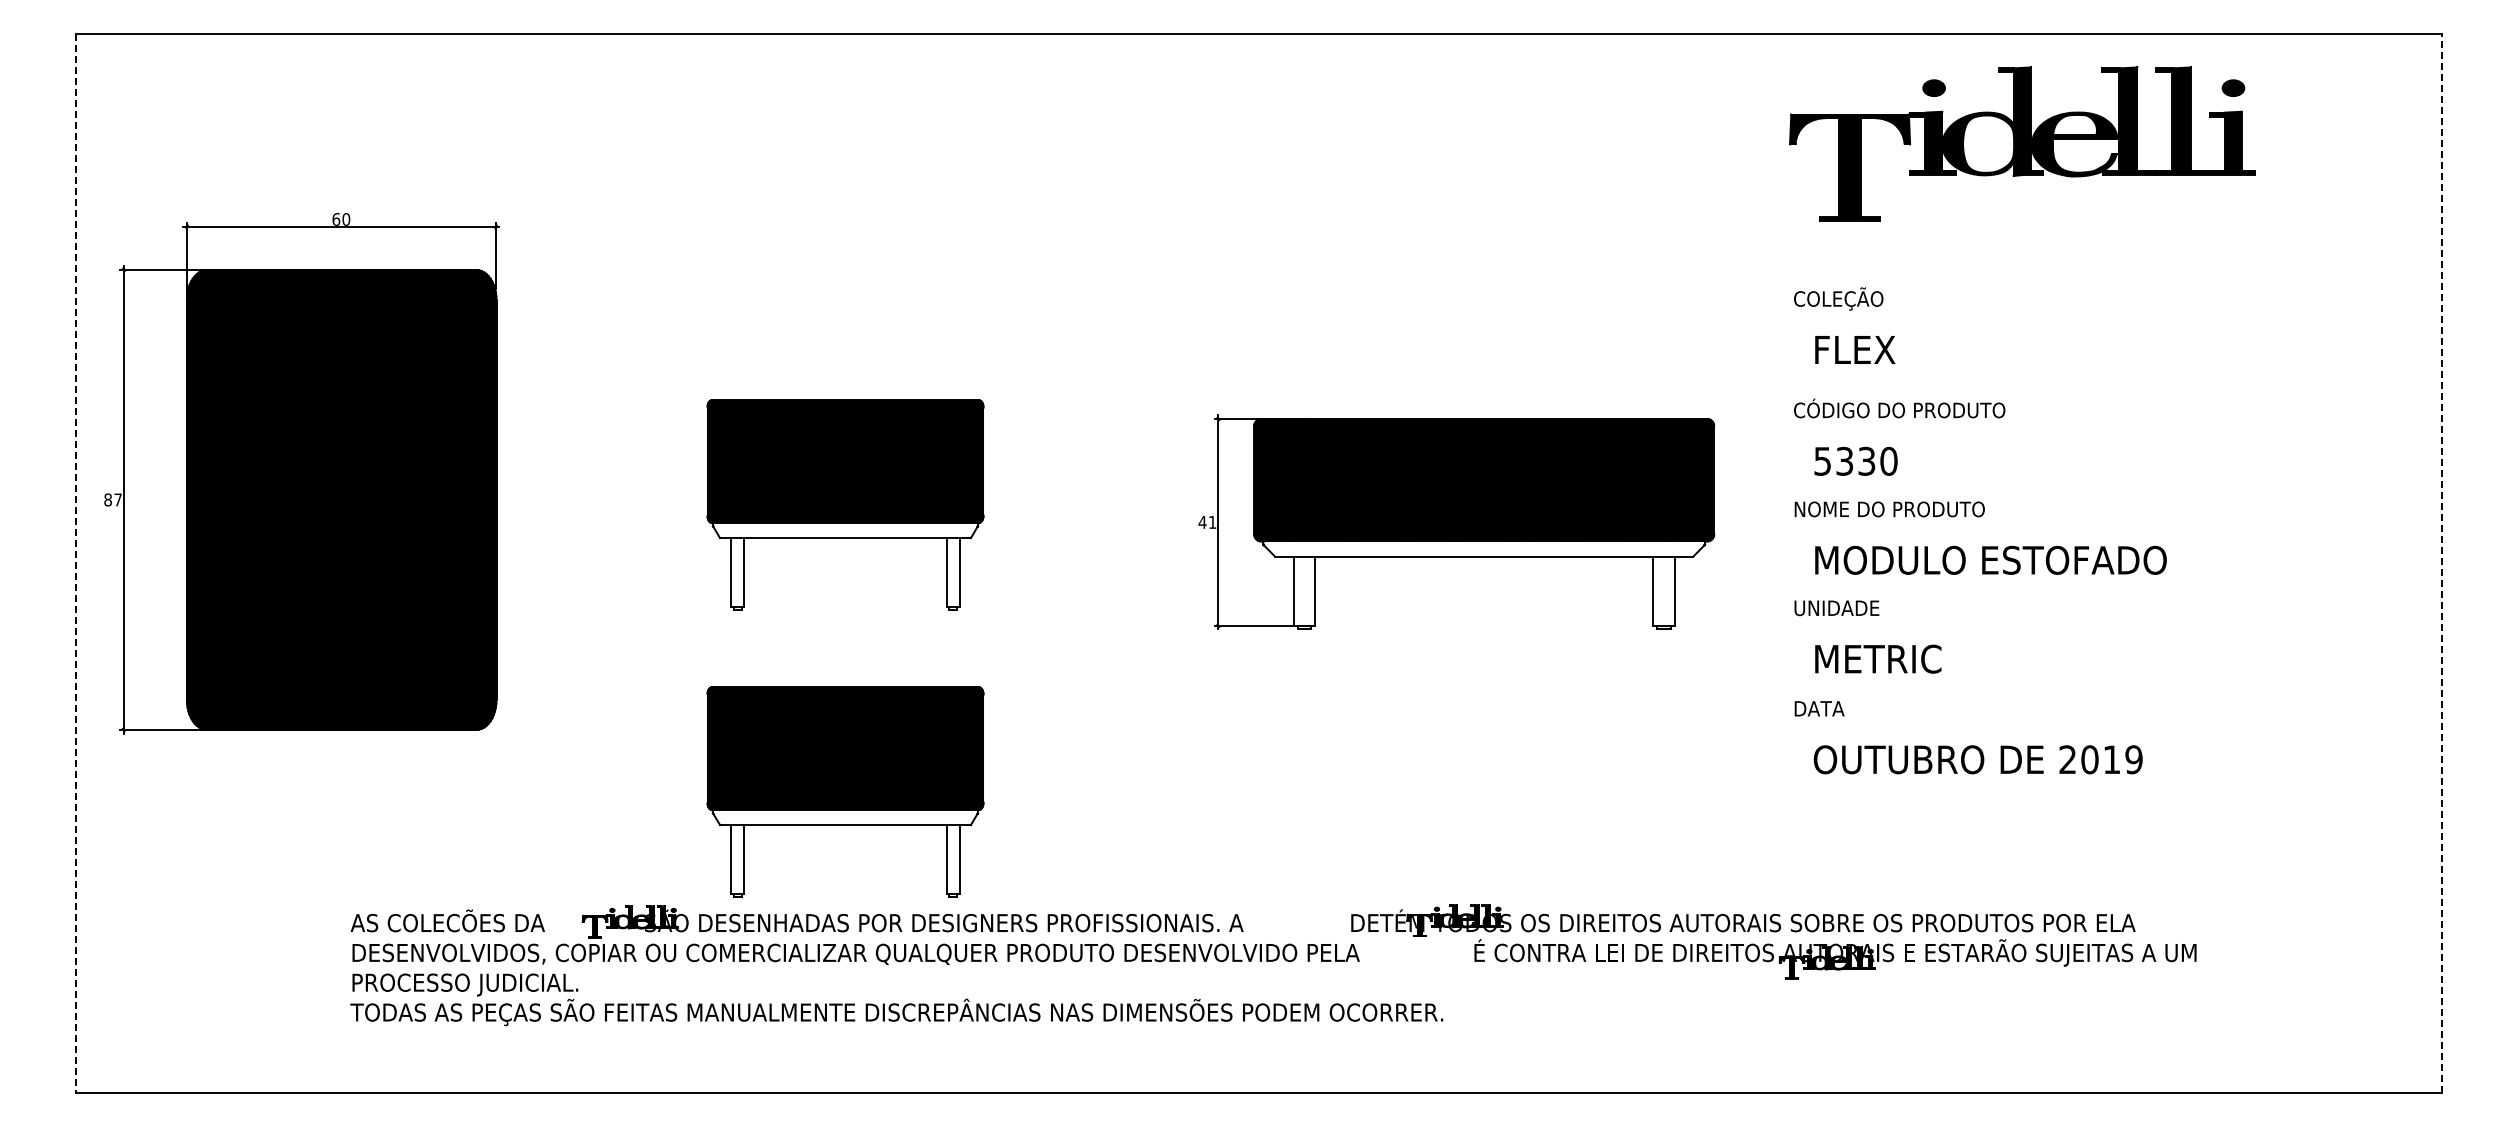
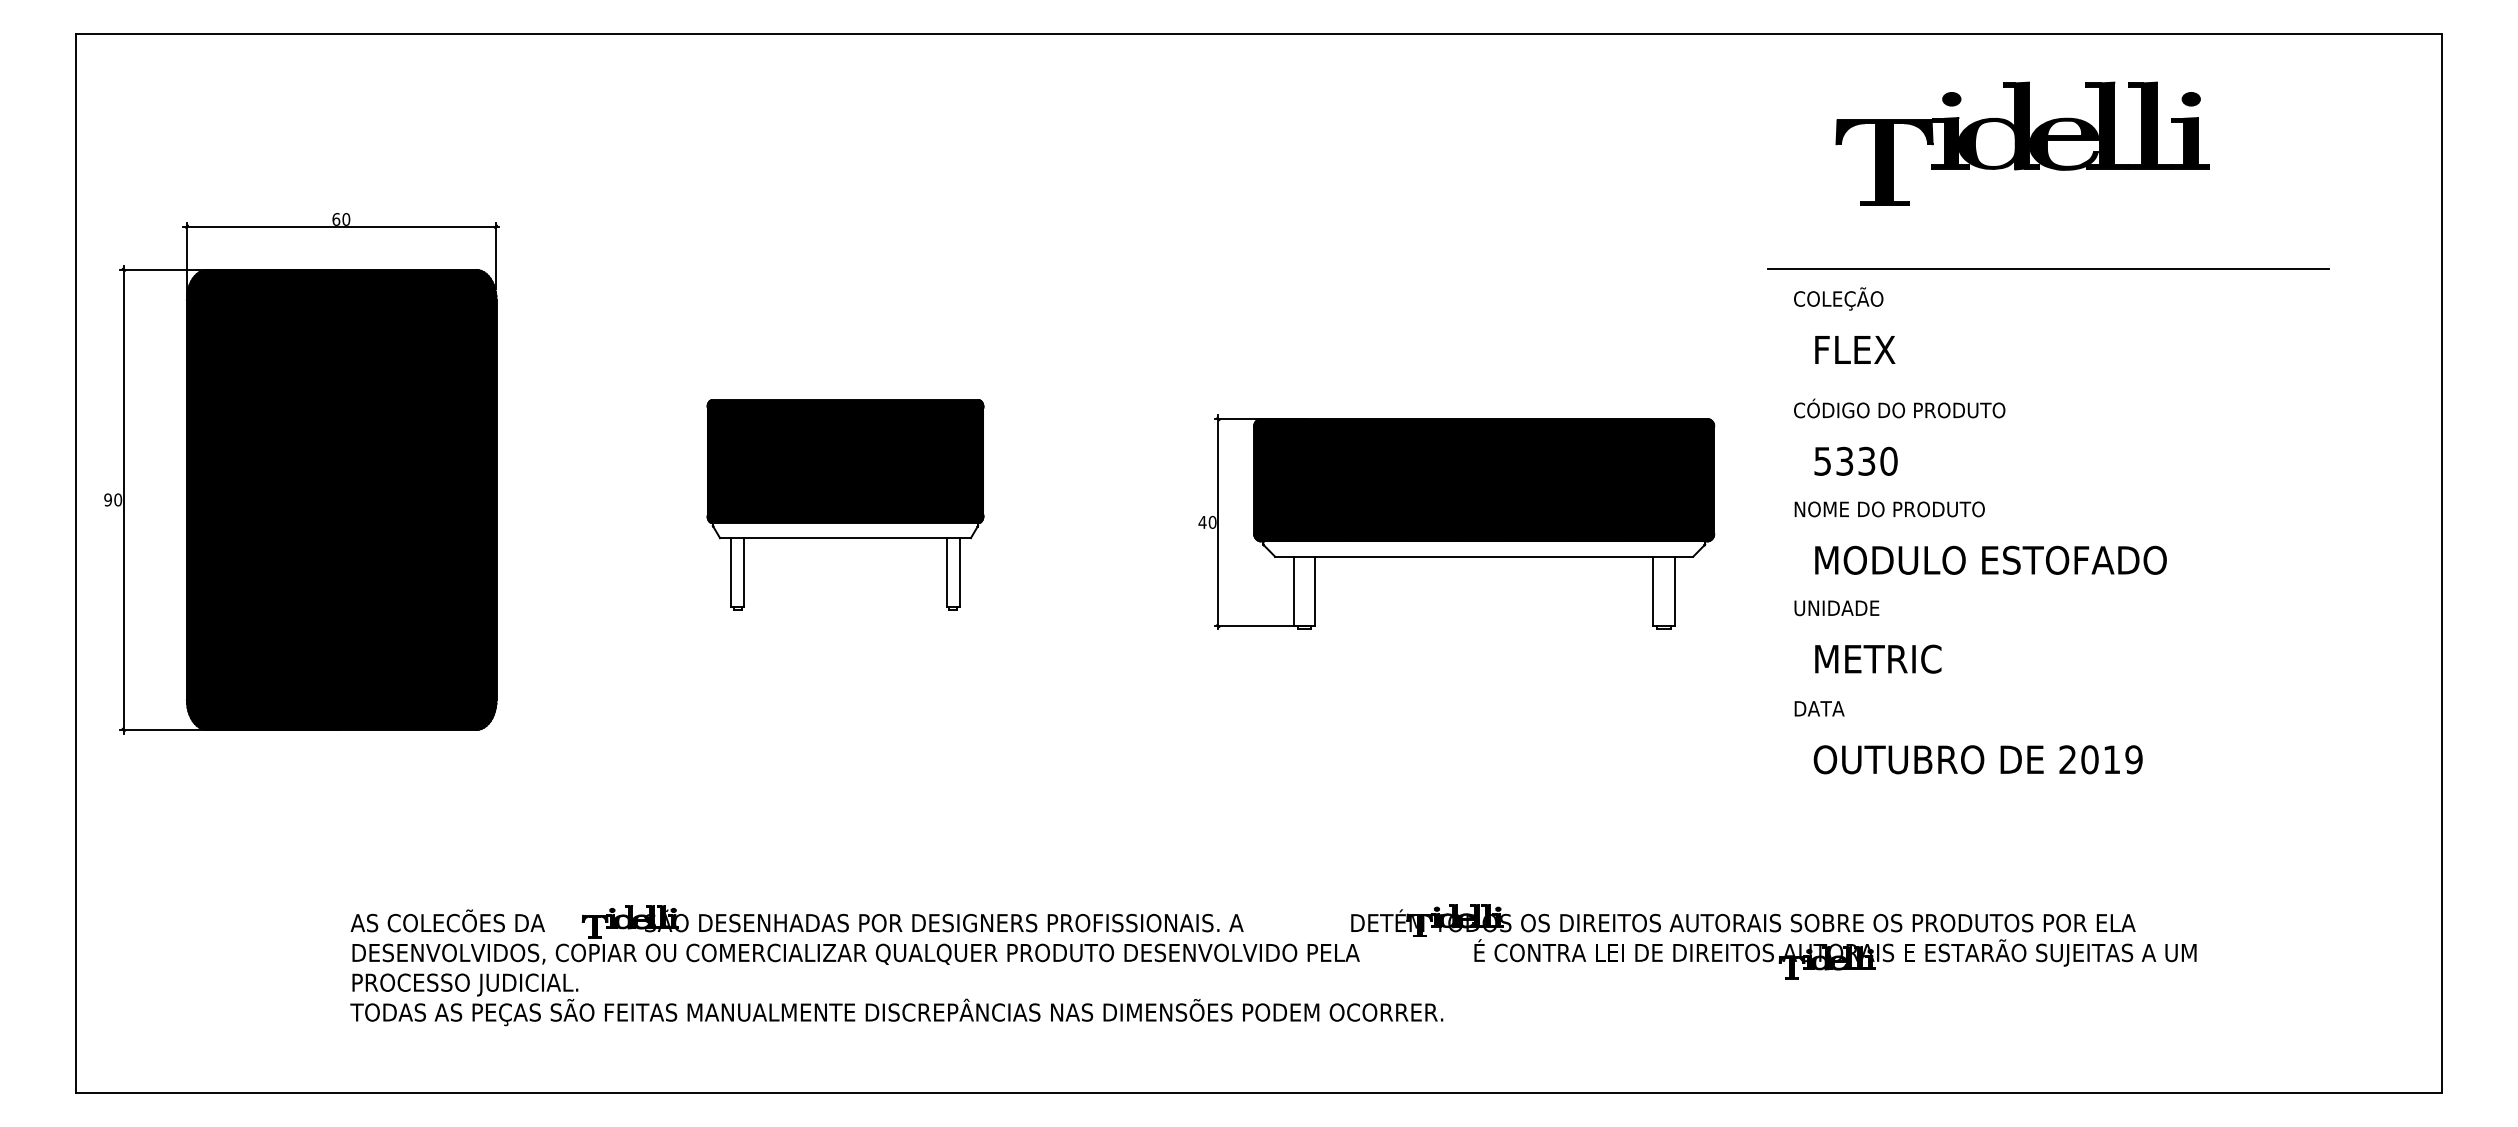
part at (2022, 143) size: 467x156 px -> 375x125 px
line at (2048, 268): none -> present
text at (113, 499): 87 -> 90
text at (1212, 521): 41 -> 40
line at (75, 563): dashed -> solid
line at (2442, 563): dashed -> solid
part at (845, 791): present -> none
